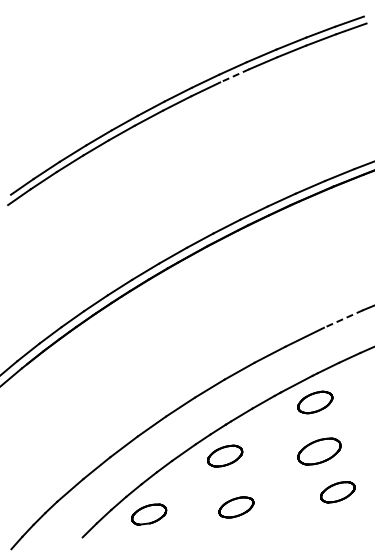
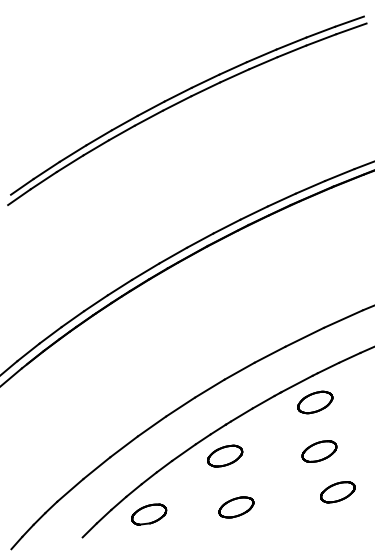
line at (234, 75): dashed -> solid
line at (343, 319): dashed -> solid
part at (319, 451) size: 45x29 px -> 37x23 px
